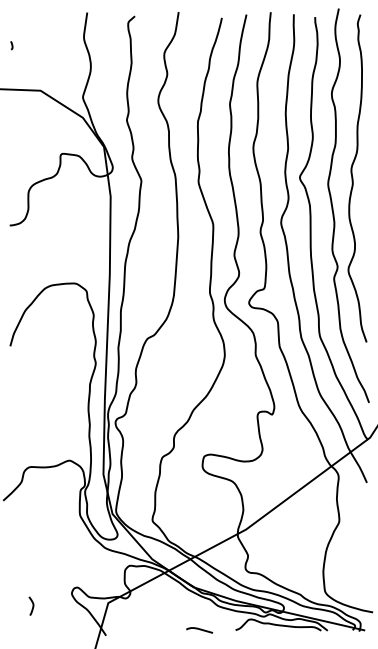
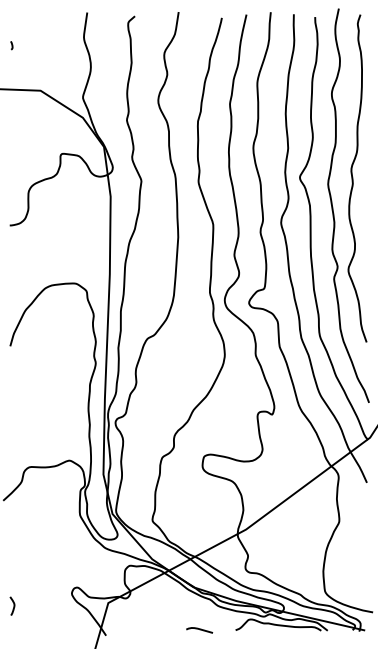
curve at (32, 605) position: (32, 605) -> (13, 605)
